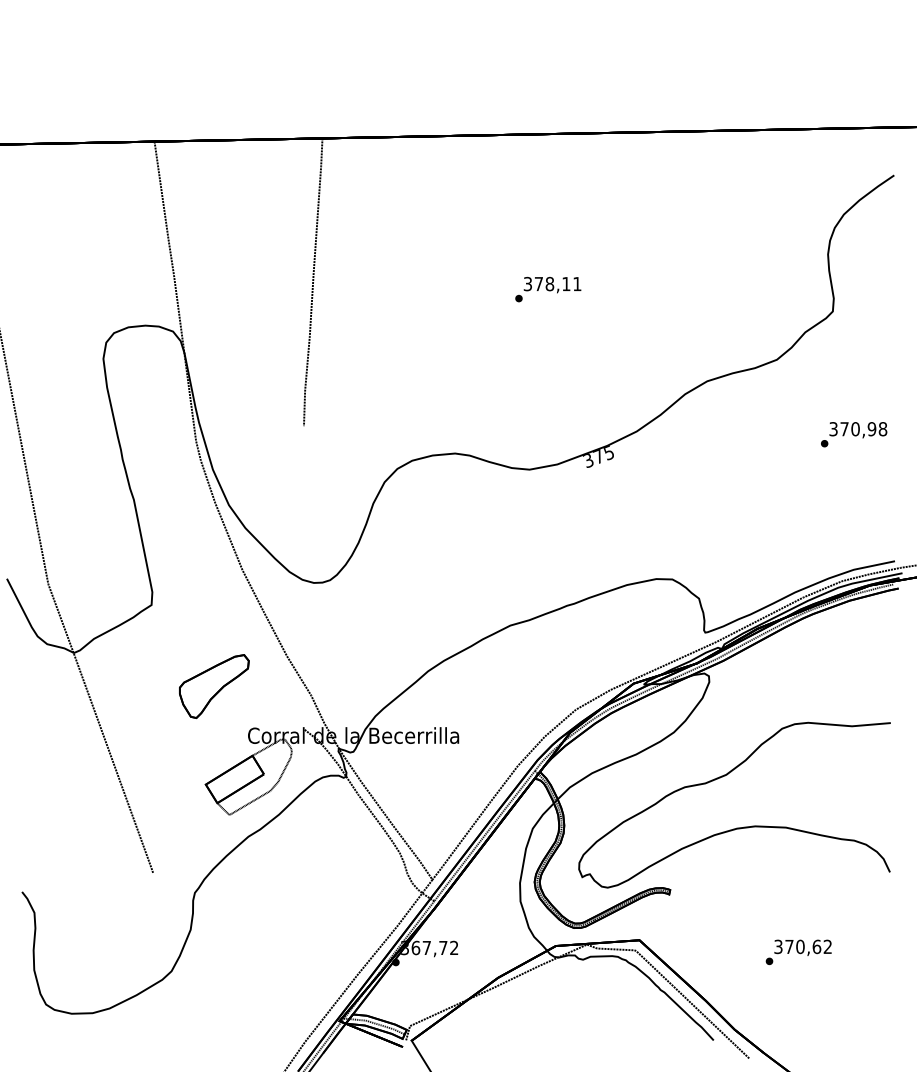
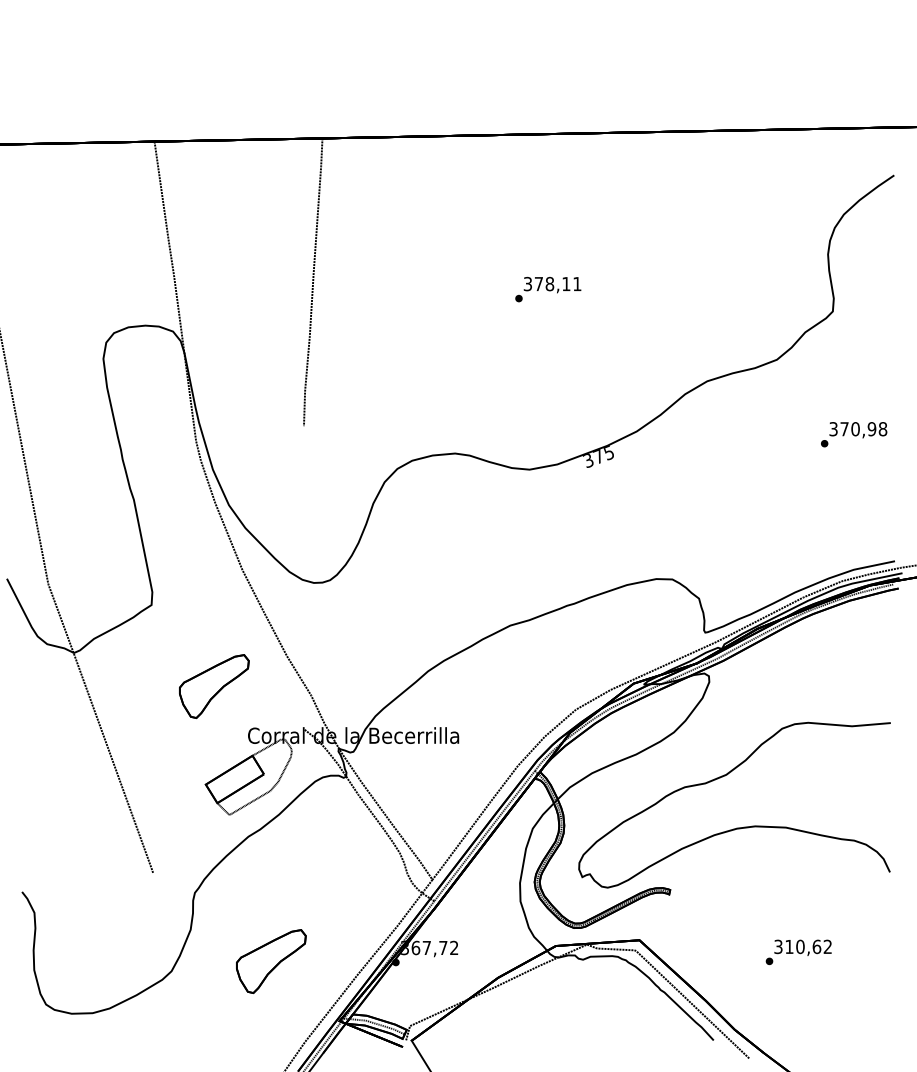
text at (789, 946): 370,62 -> 310,62
part at (271, 961): none -> present
